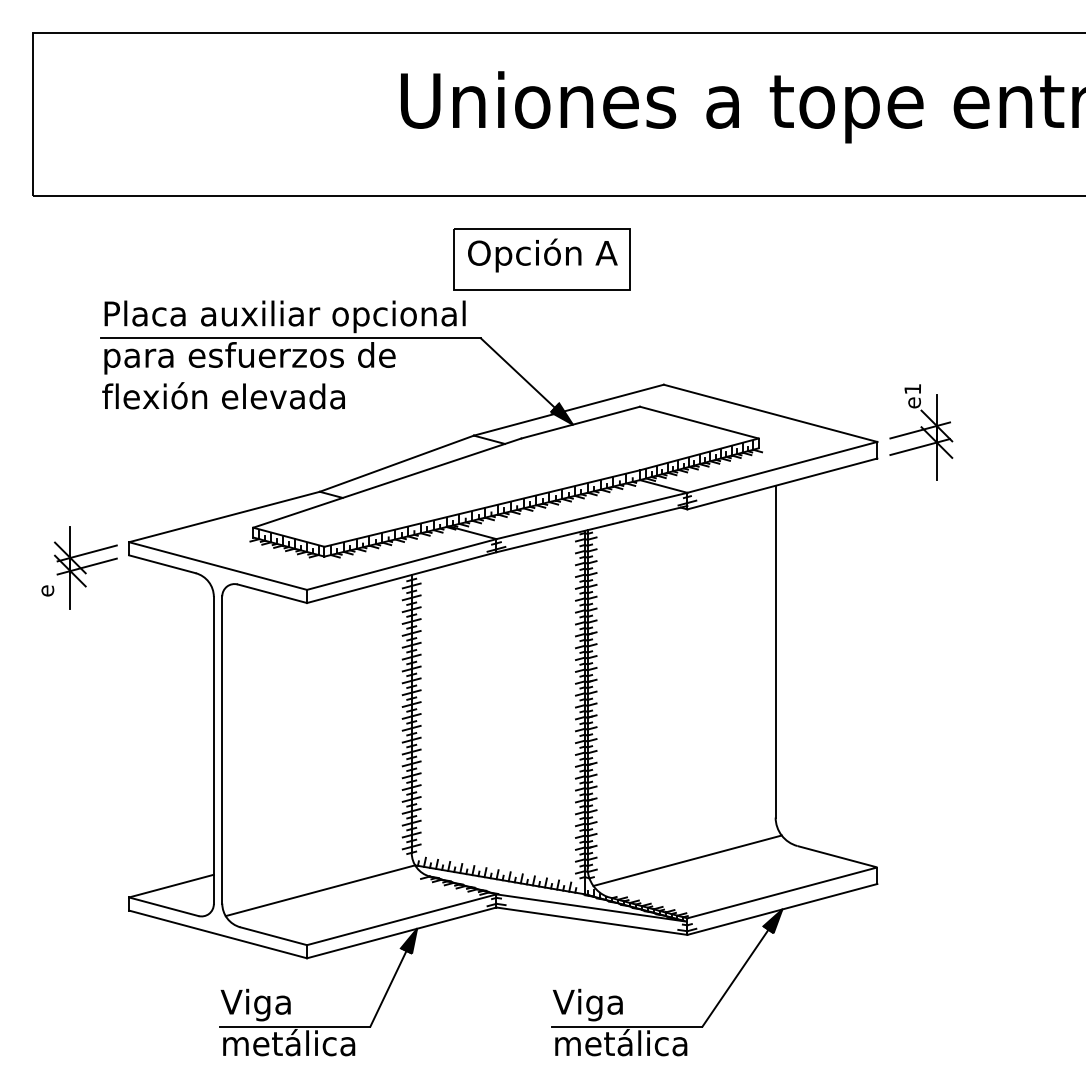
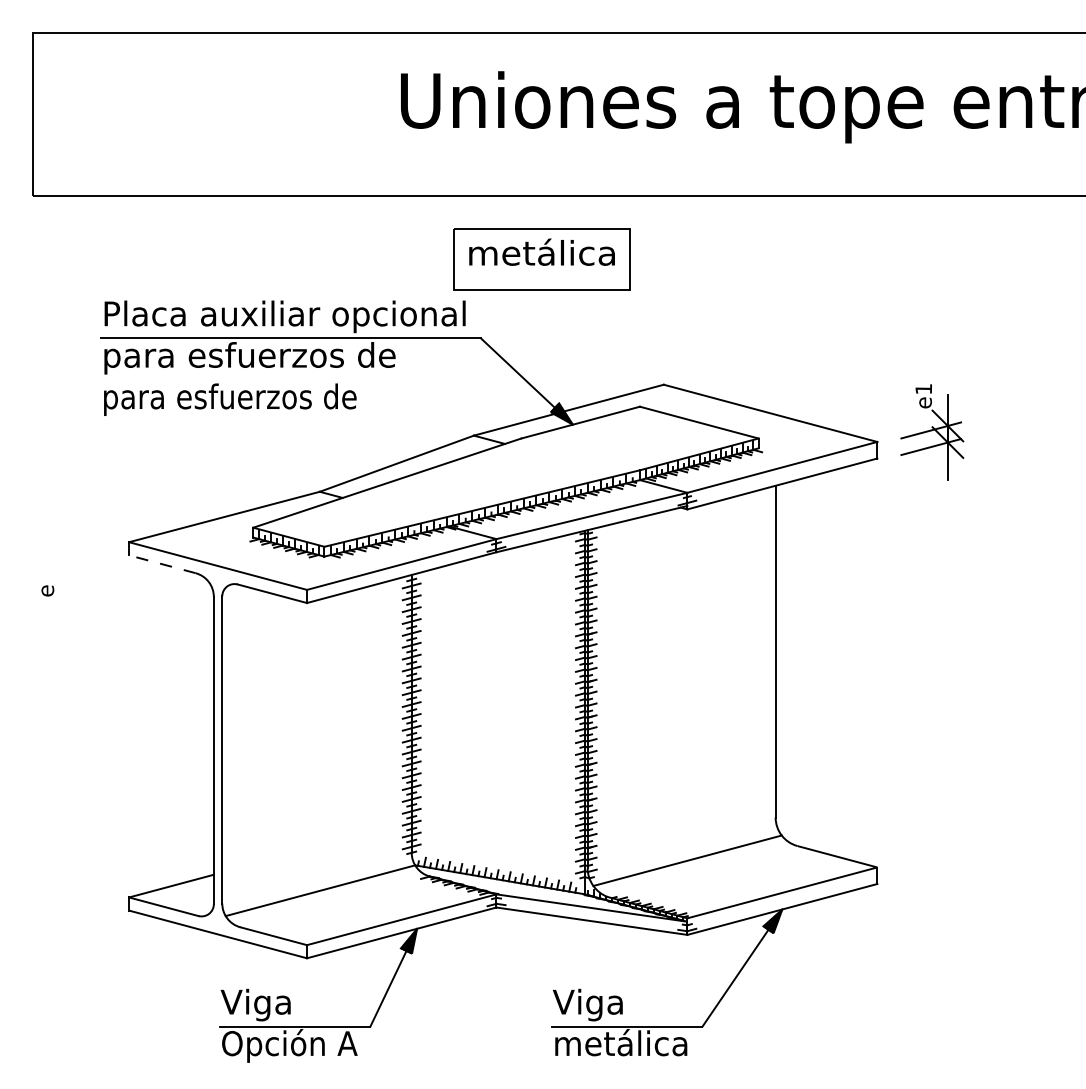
text at (542, 255): Opción A -> metálica
text at (229, 398): flexión elevada -> para esfuerzos de
part at (921, 432) position: (921, 432) -> (932, 432)
line at (161, 564): solid -> dashed
part at (85, 567): present -> none
text at (289, 1045): metálica -> Opción A
